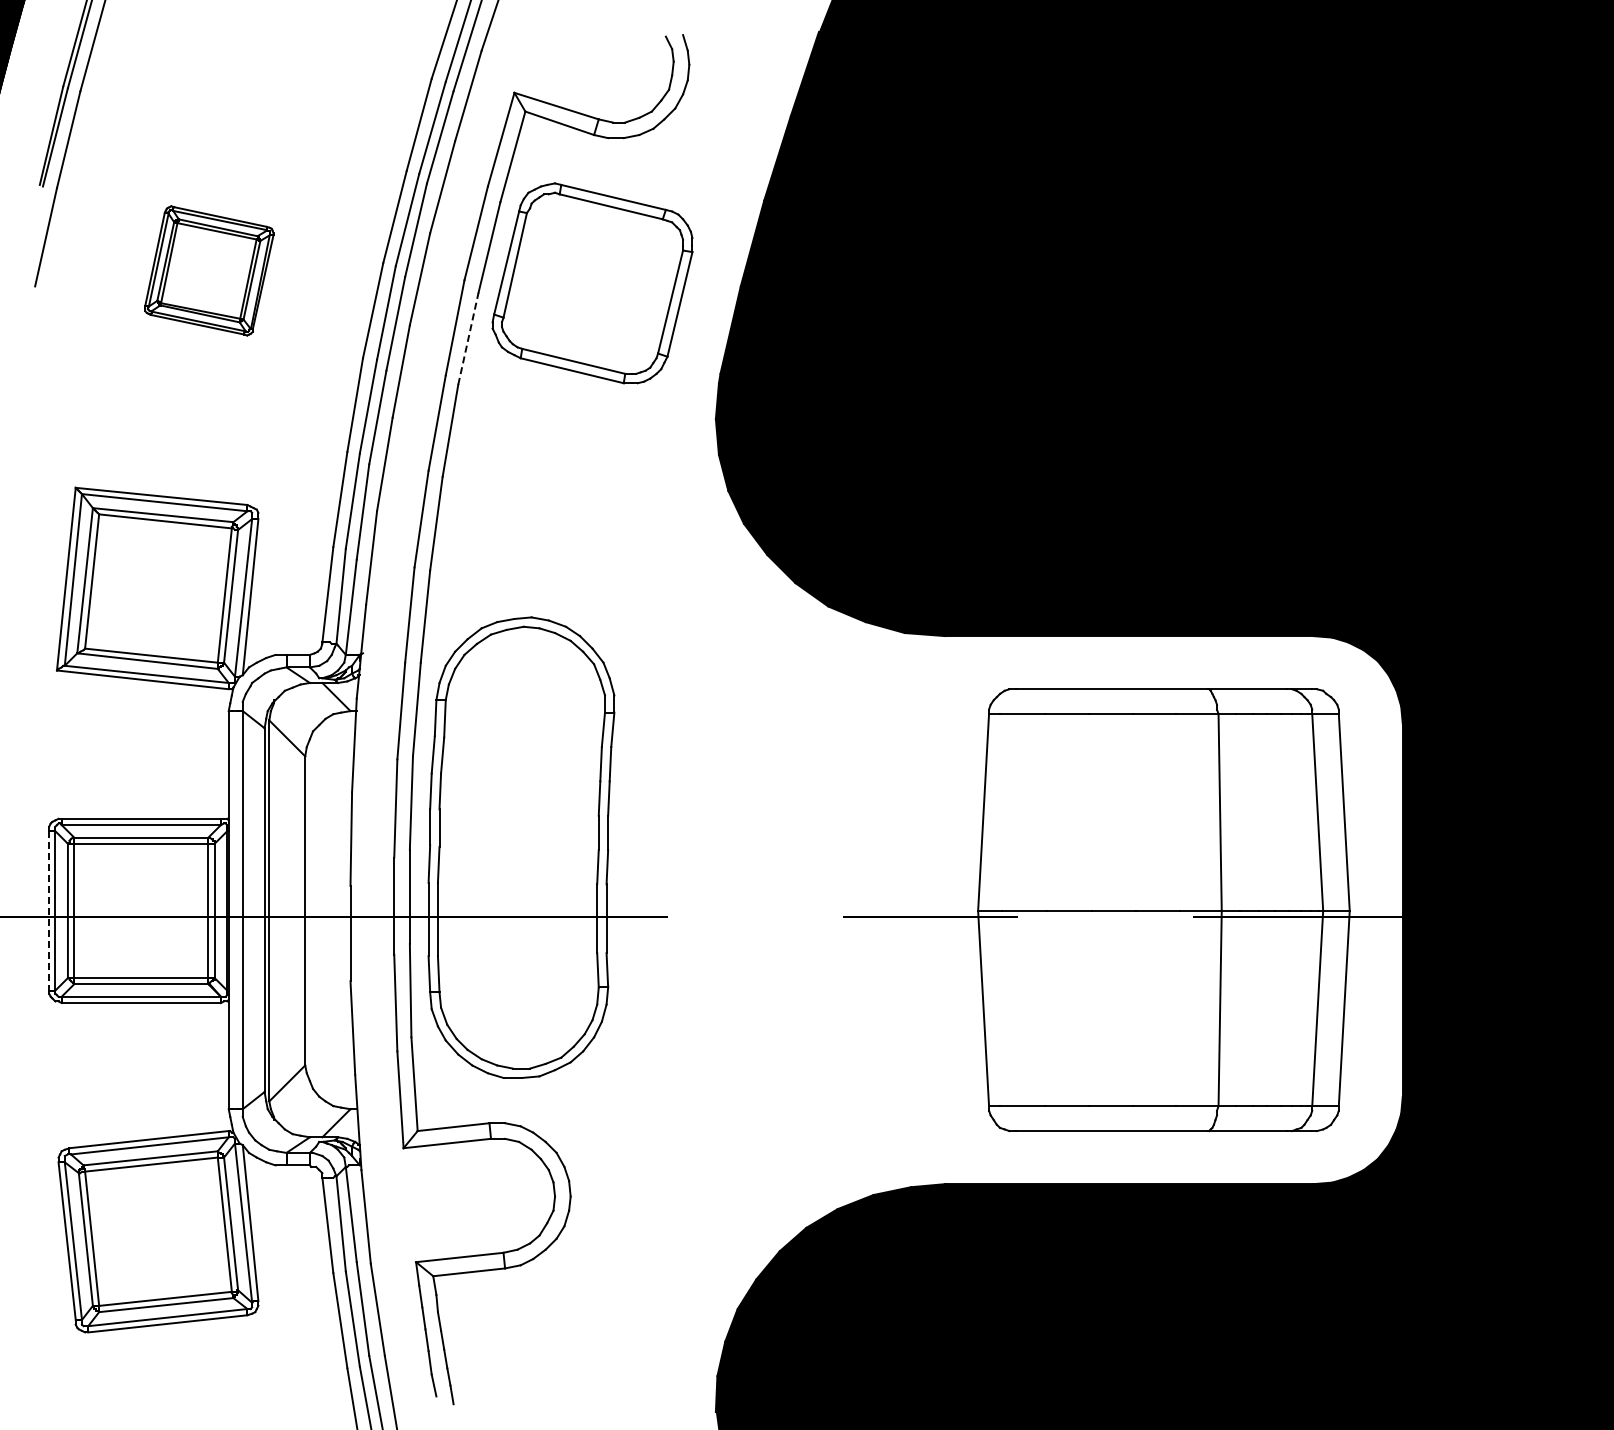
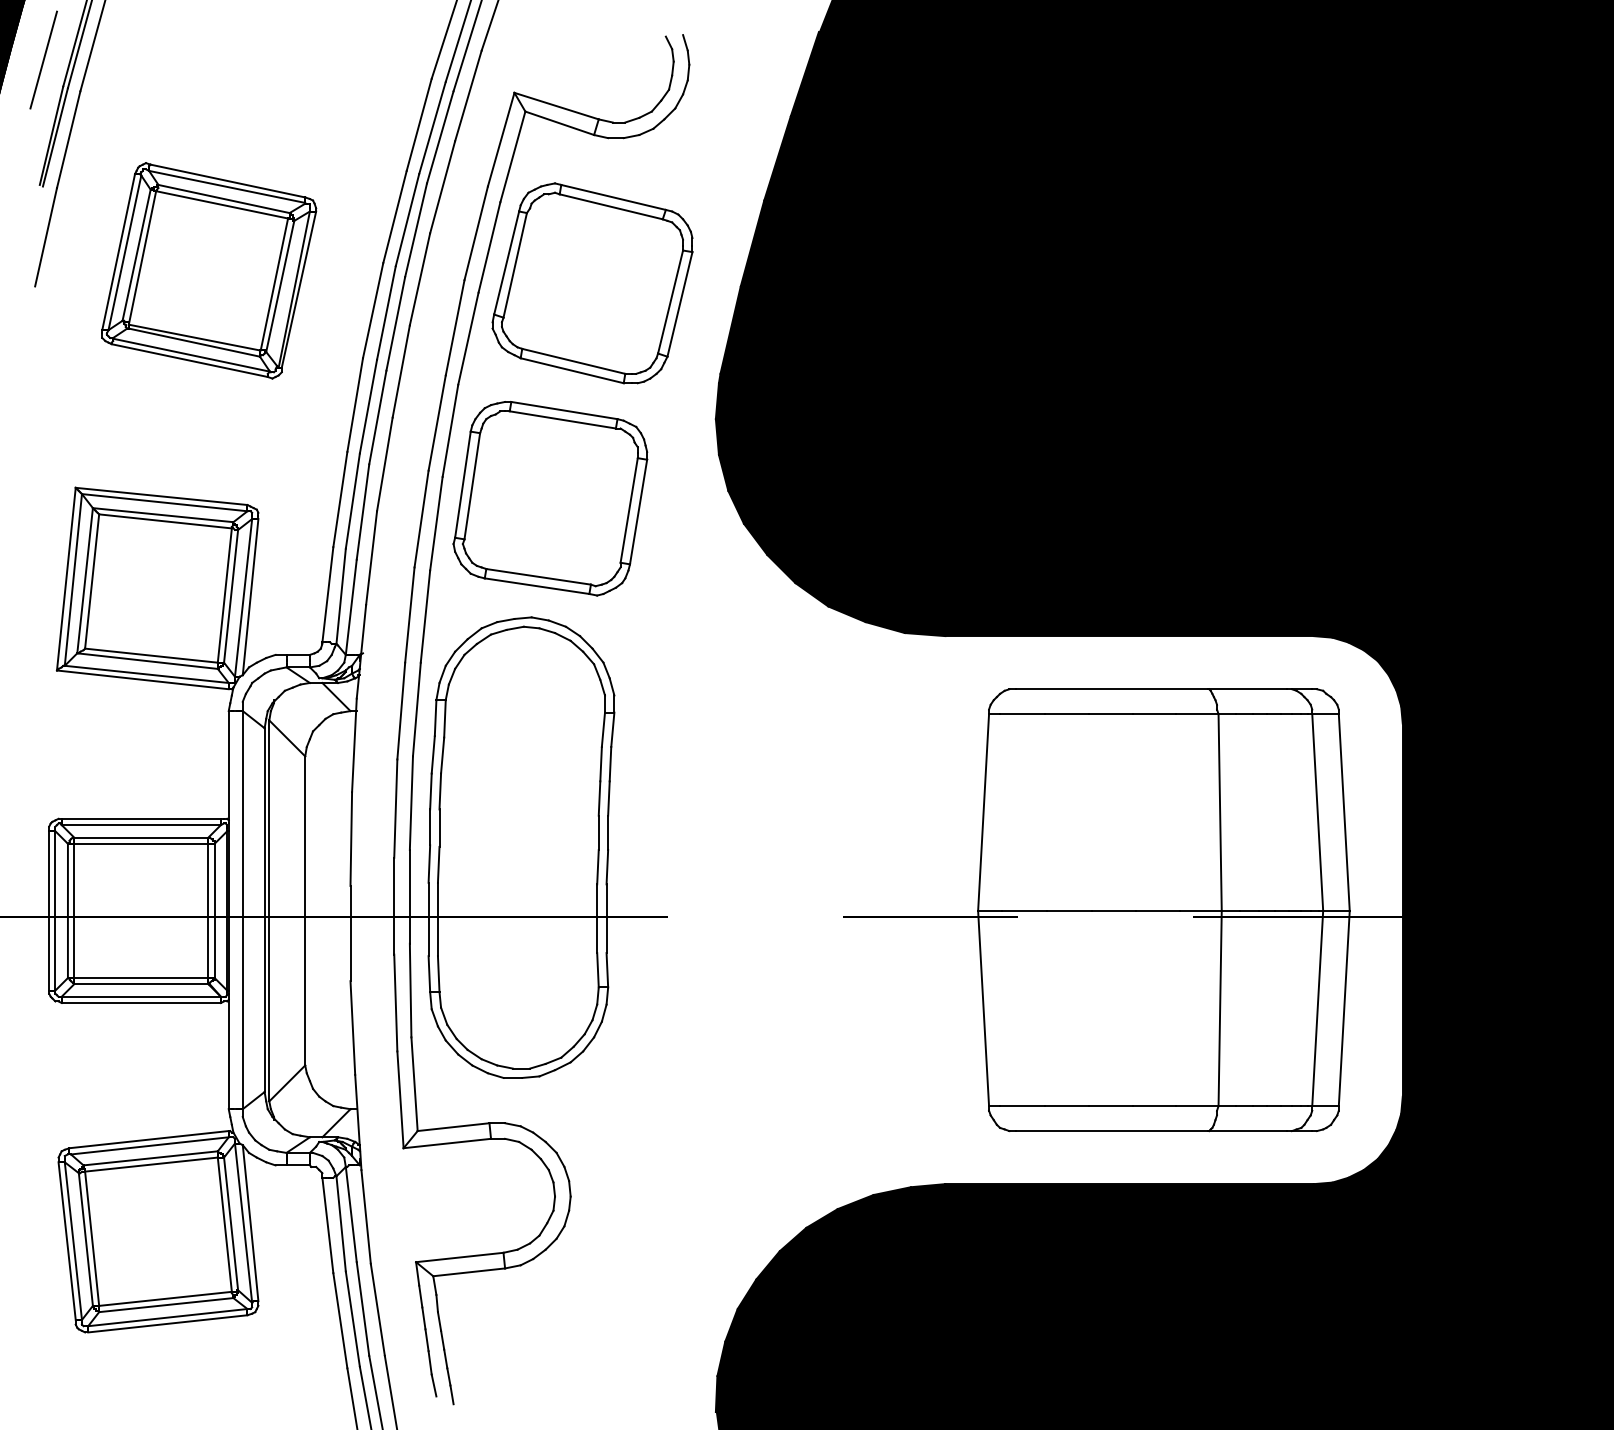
line at (43, 59): none -> present
part at (209, 270) size: 131x132 px -> 217x218 px
line at (468, 338): dashed -> solid
part at (550, 498): none -> present
line at (49, 910): dashed -> solid
